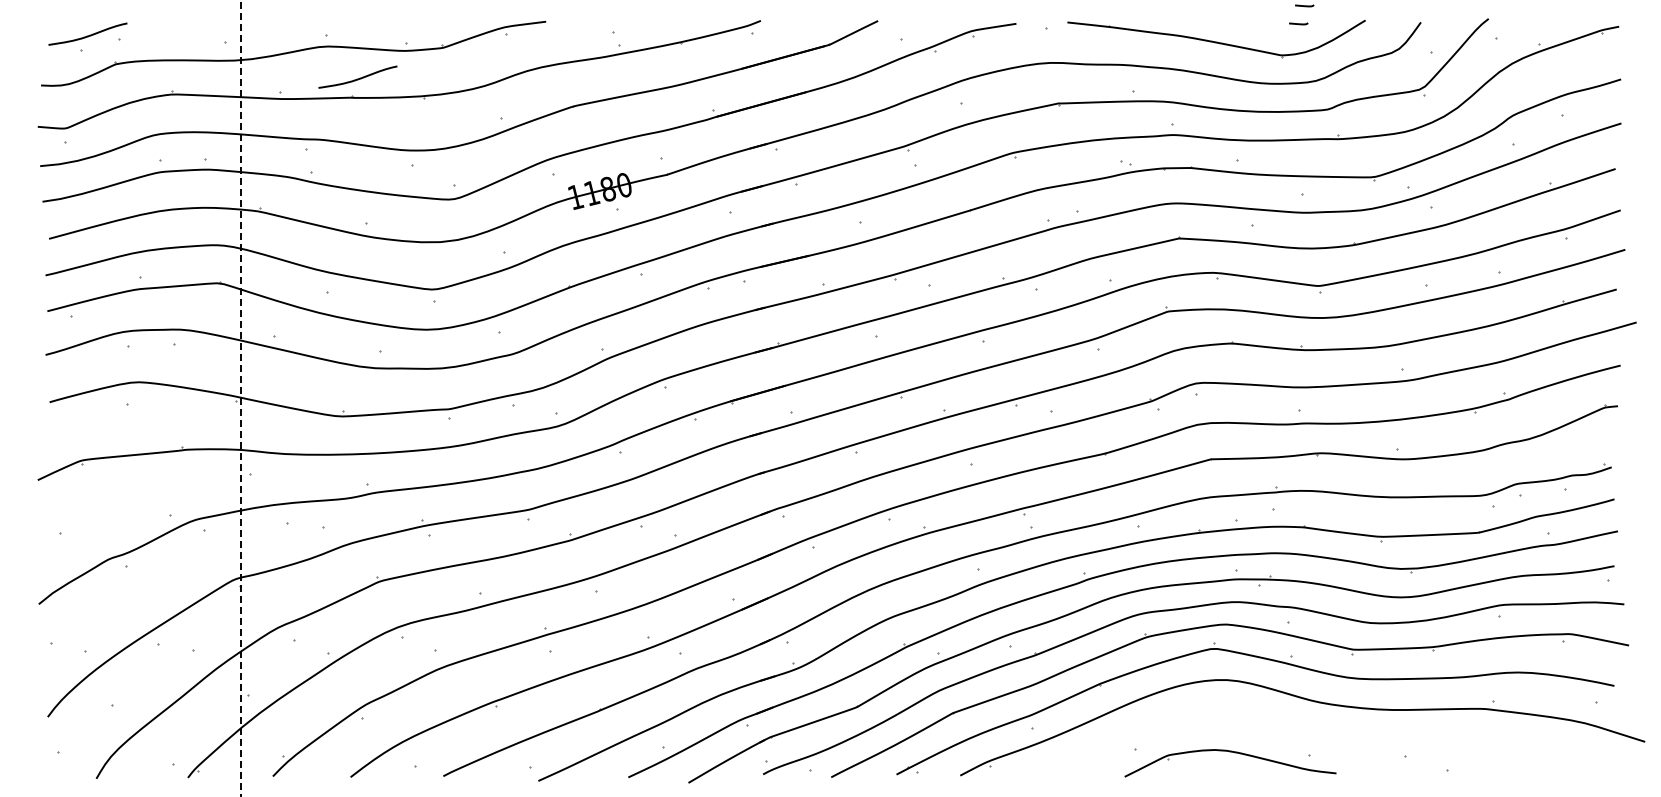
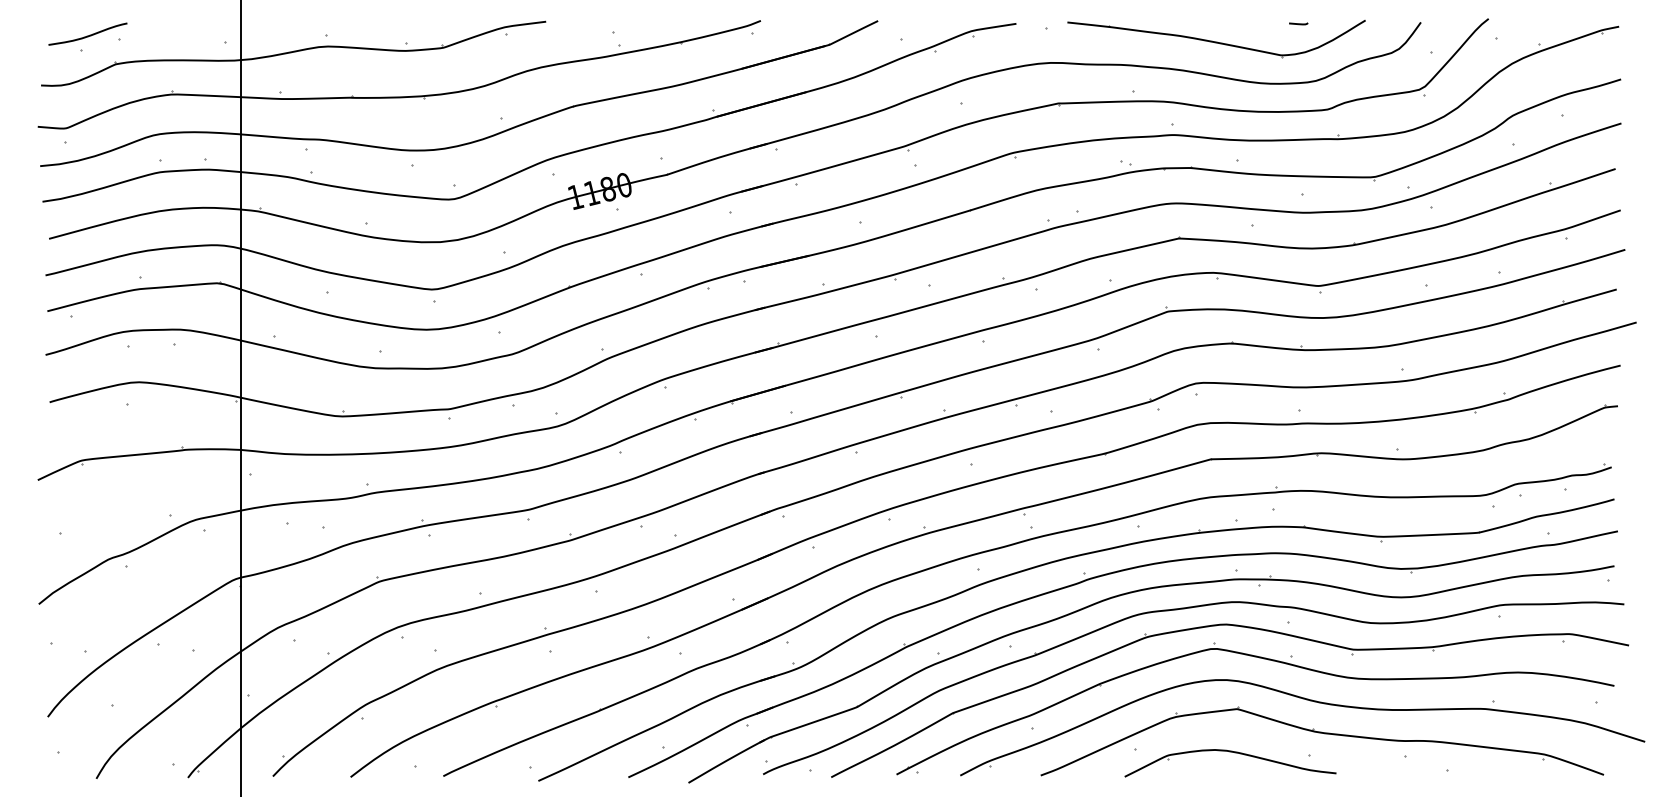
line at (1304, 5): present -> none
curve at (357, 78): present -> none
line at (241, 397): dashed -> solid
part at (1324, 734): none -> present
